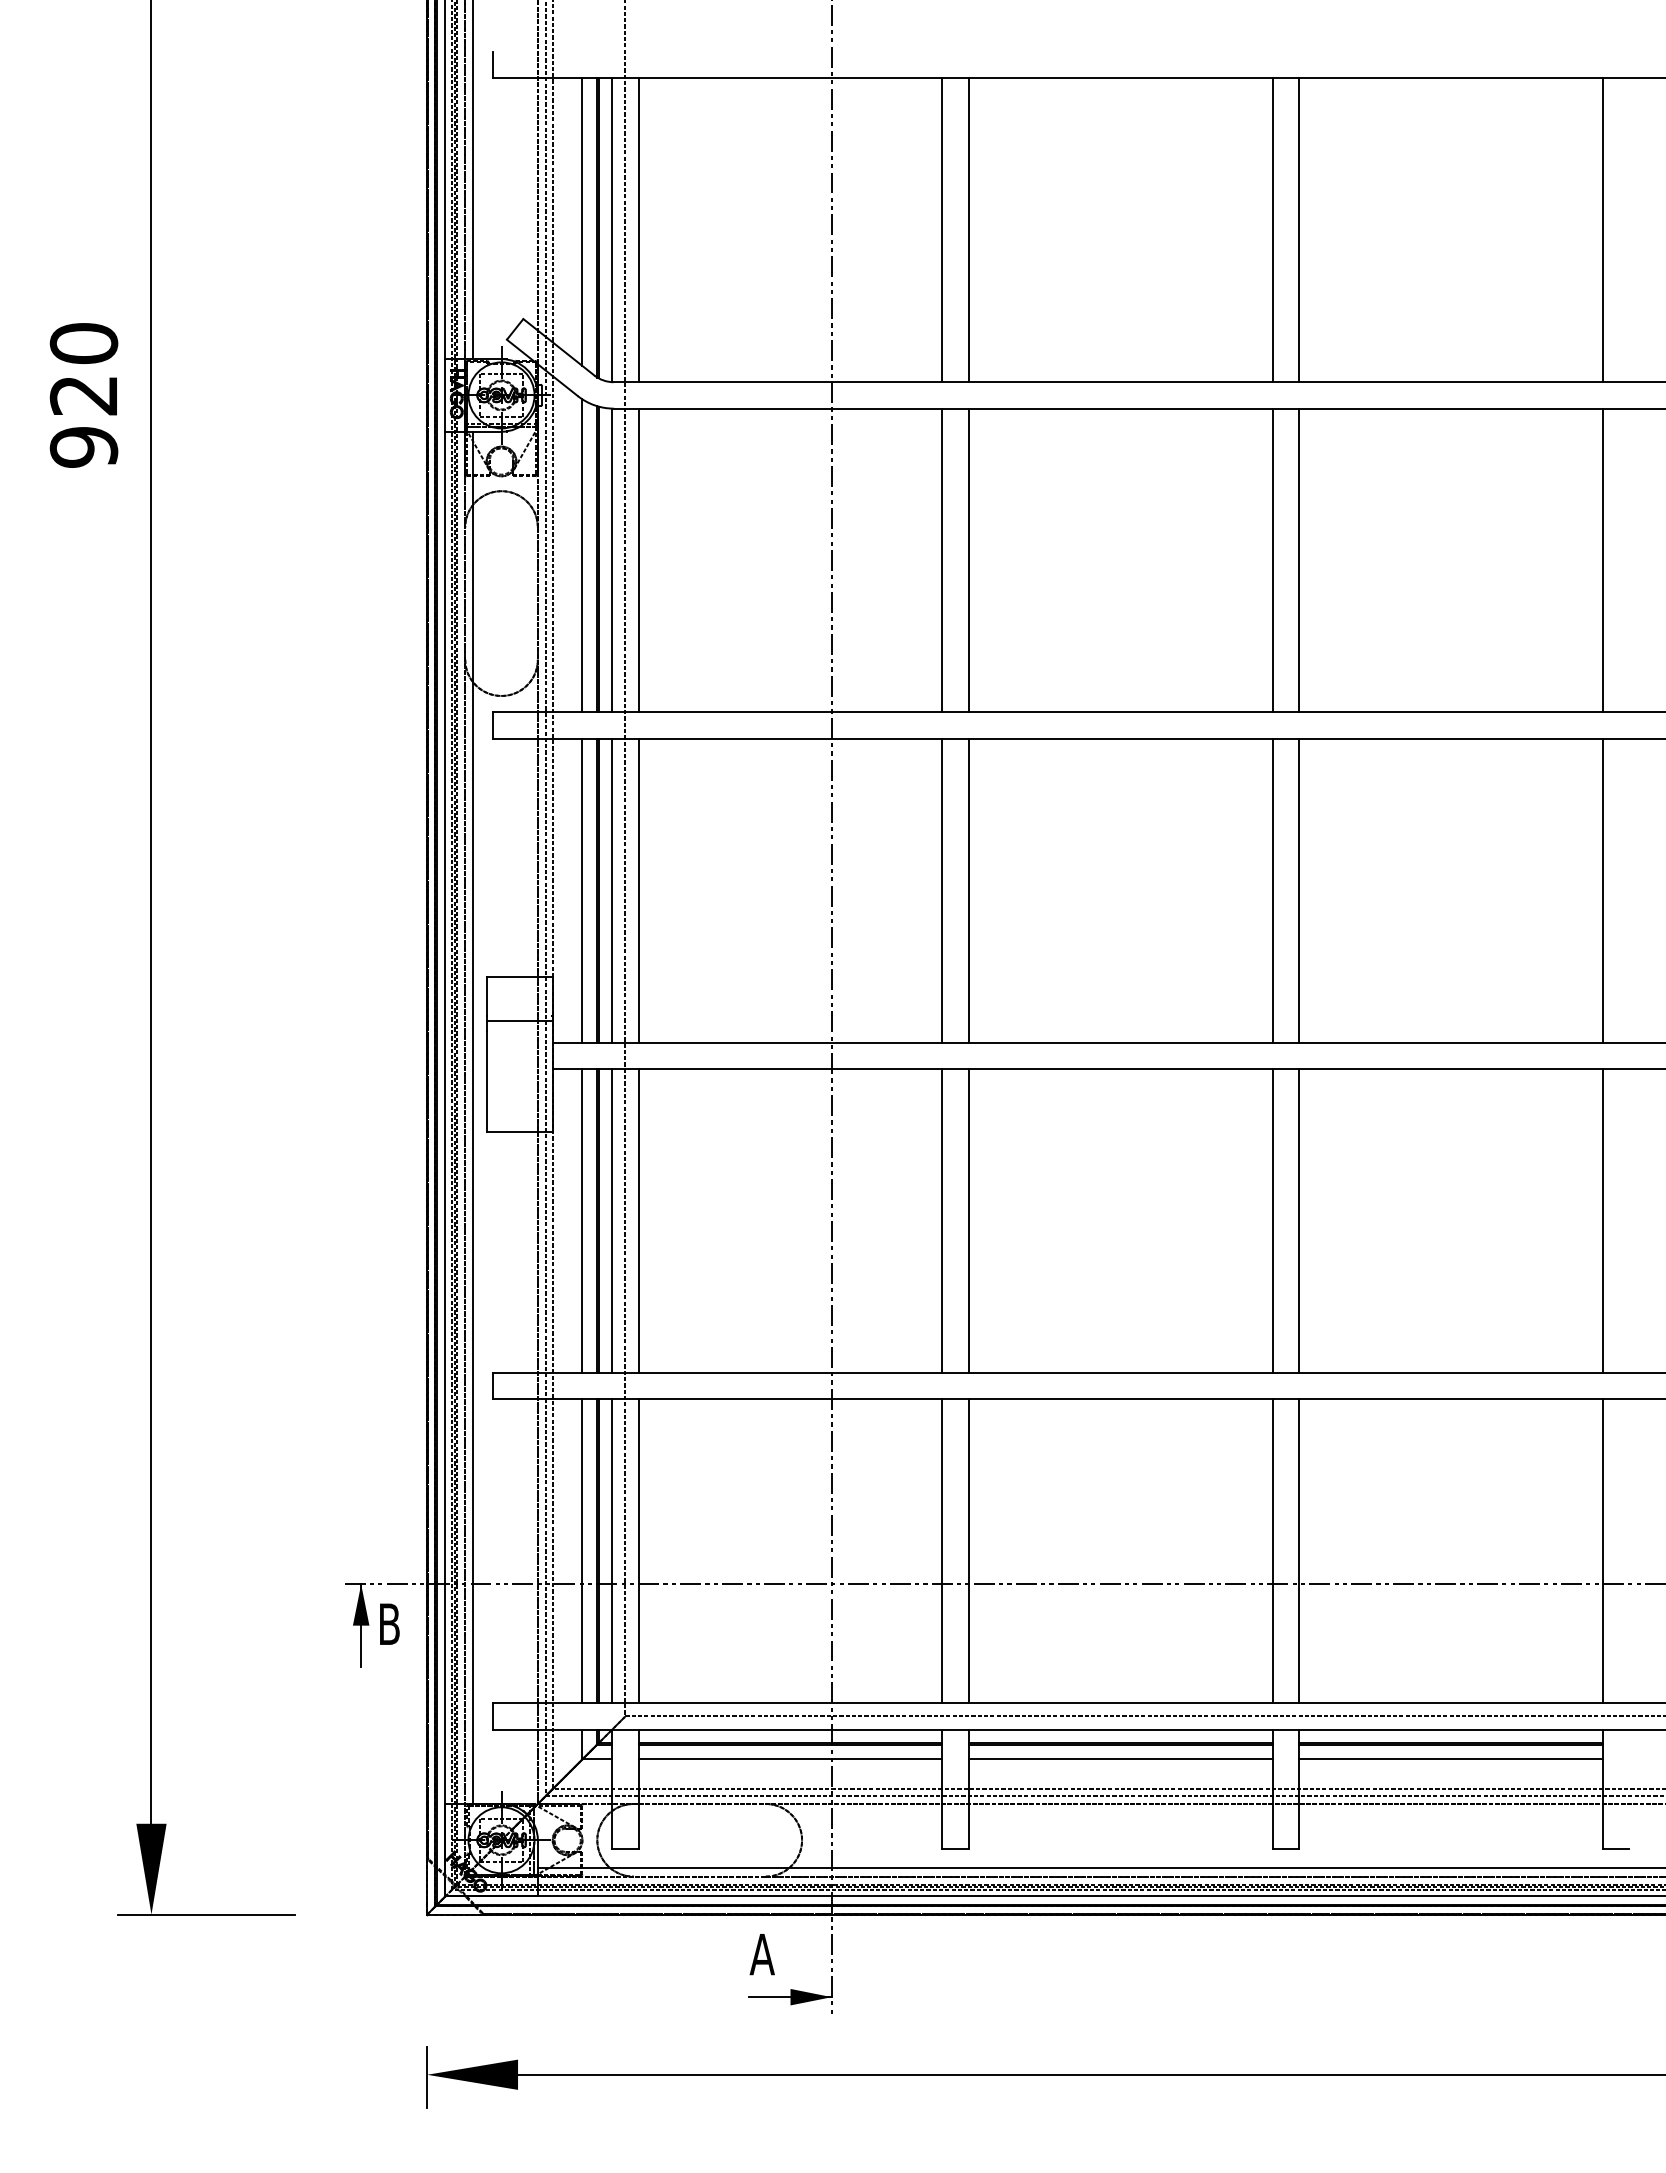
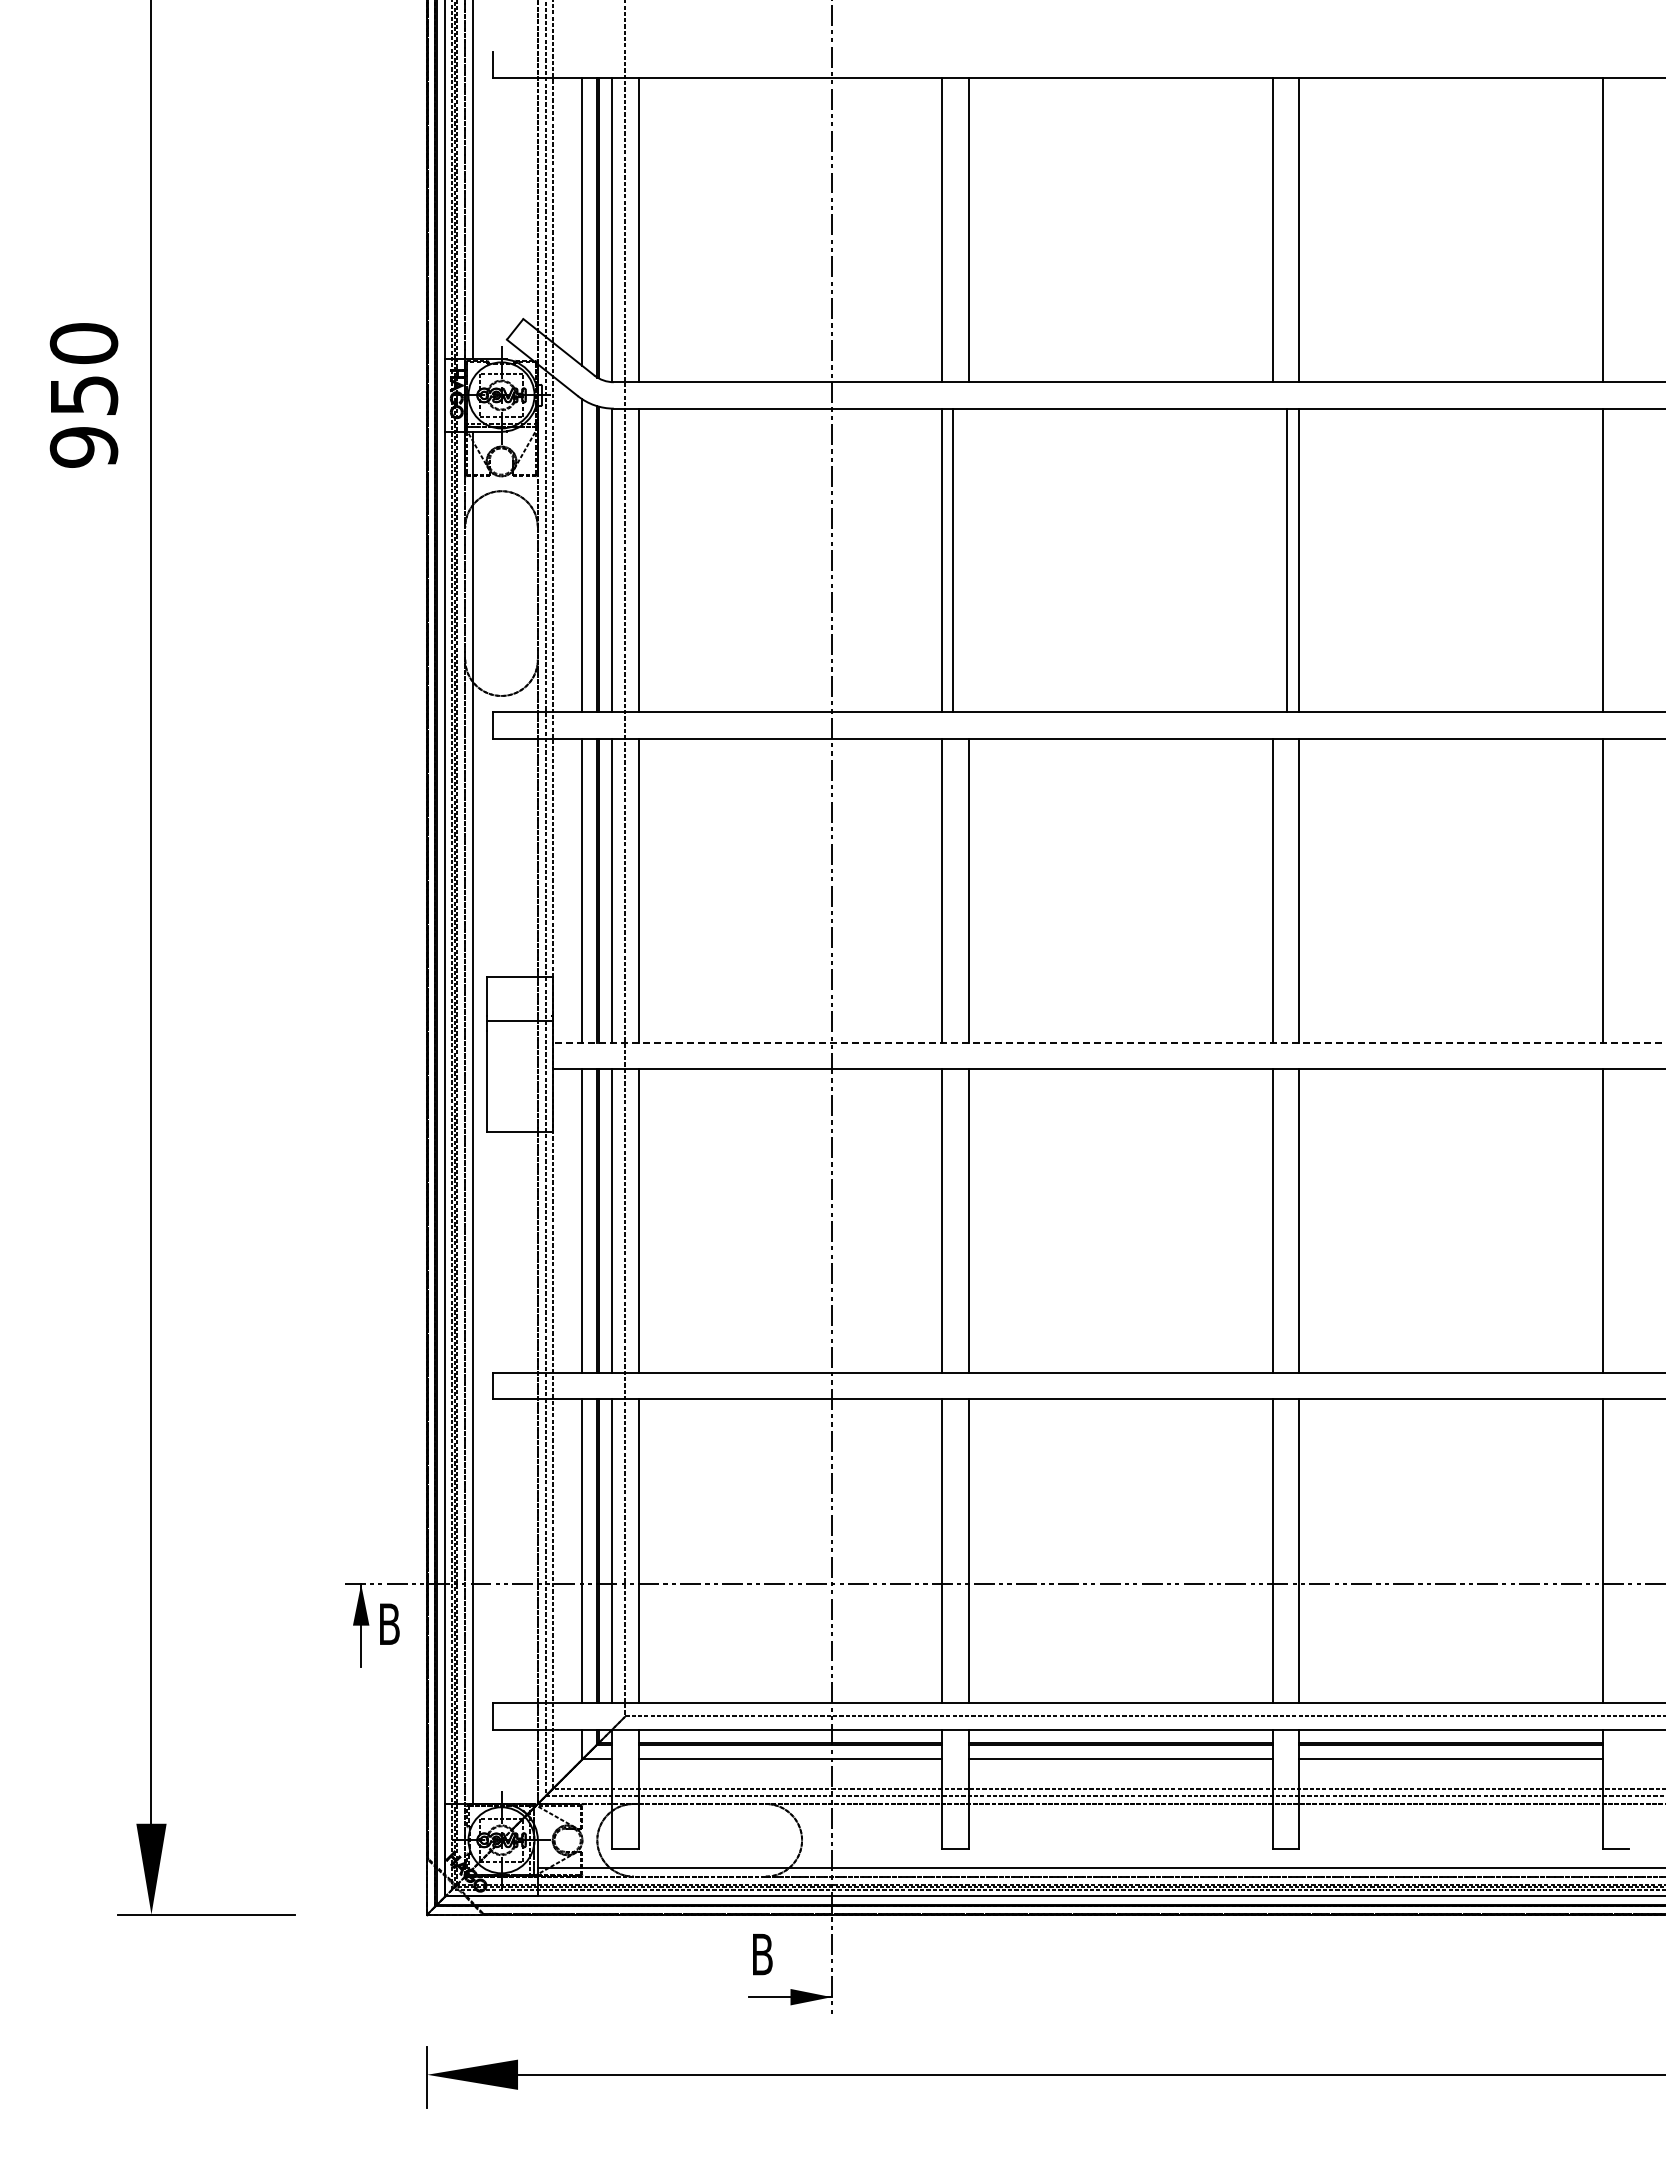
text at (83, 395): 920 -> 950
line at (968, 560) position: (968, 560) -> (952, 560)
line at (1272, 560) position: (1272, 560) -> (1286, 560)
line at (1108, 1042): solid -> dashed
text at (761, 1954): A -> B
